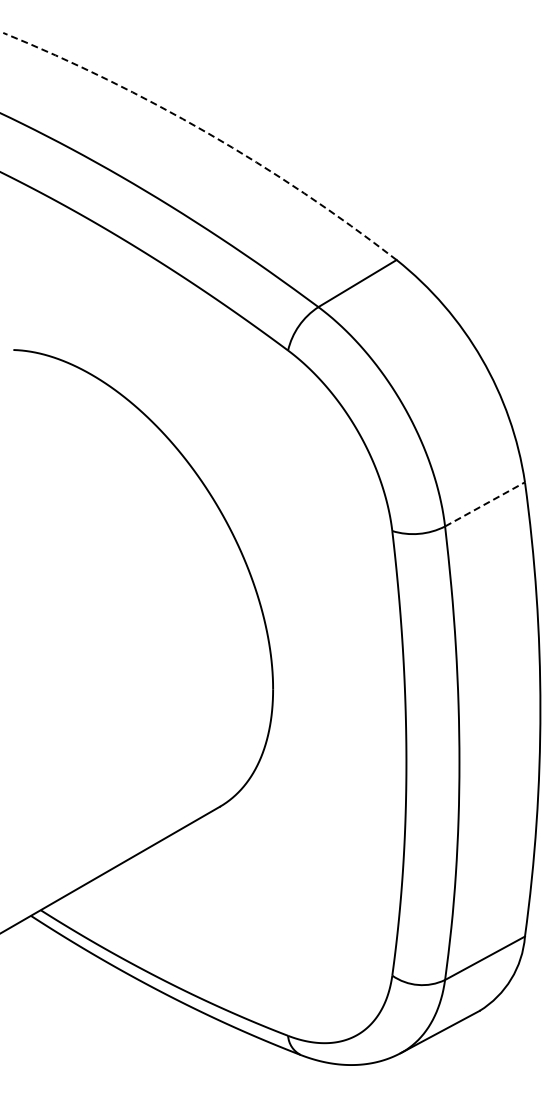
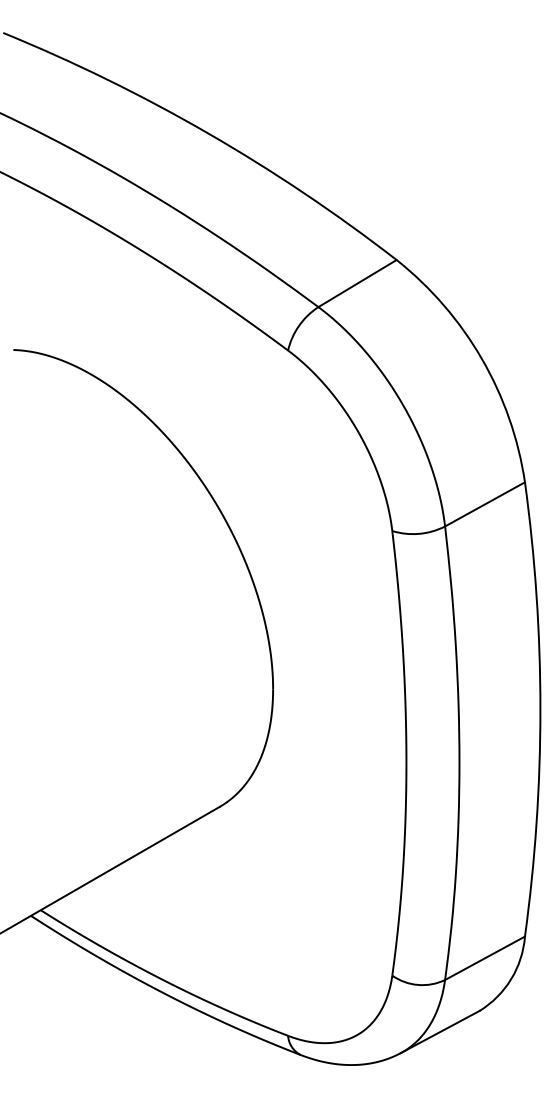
arc at (207, 133): dashed -> solid
line at (485, 504): dashed -> solid
